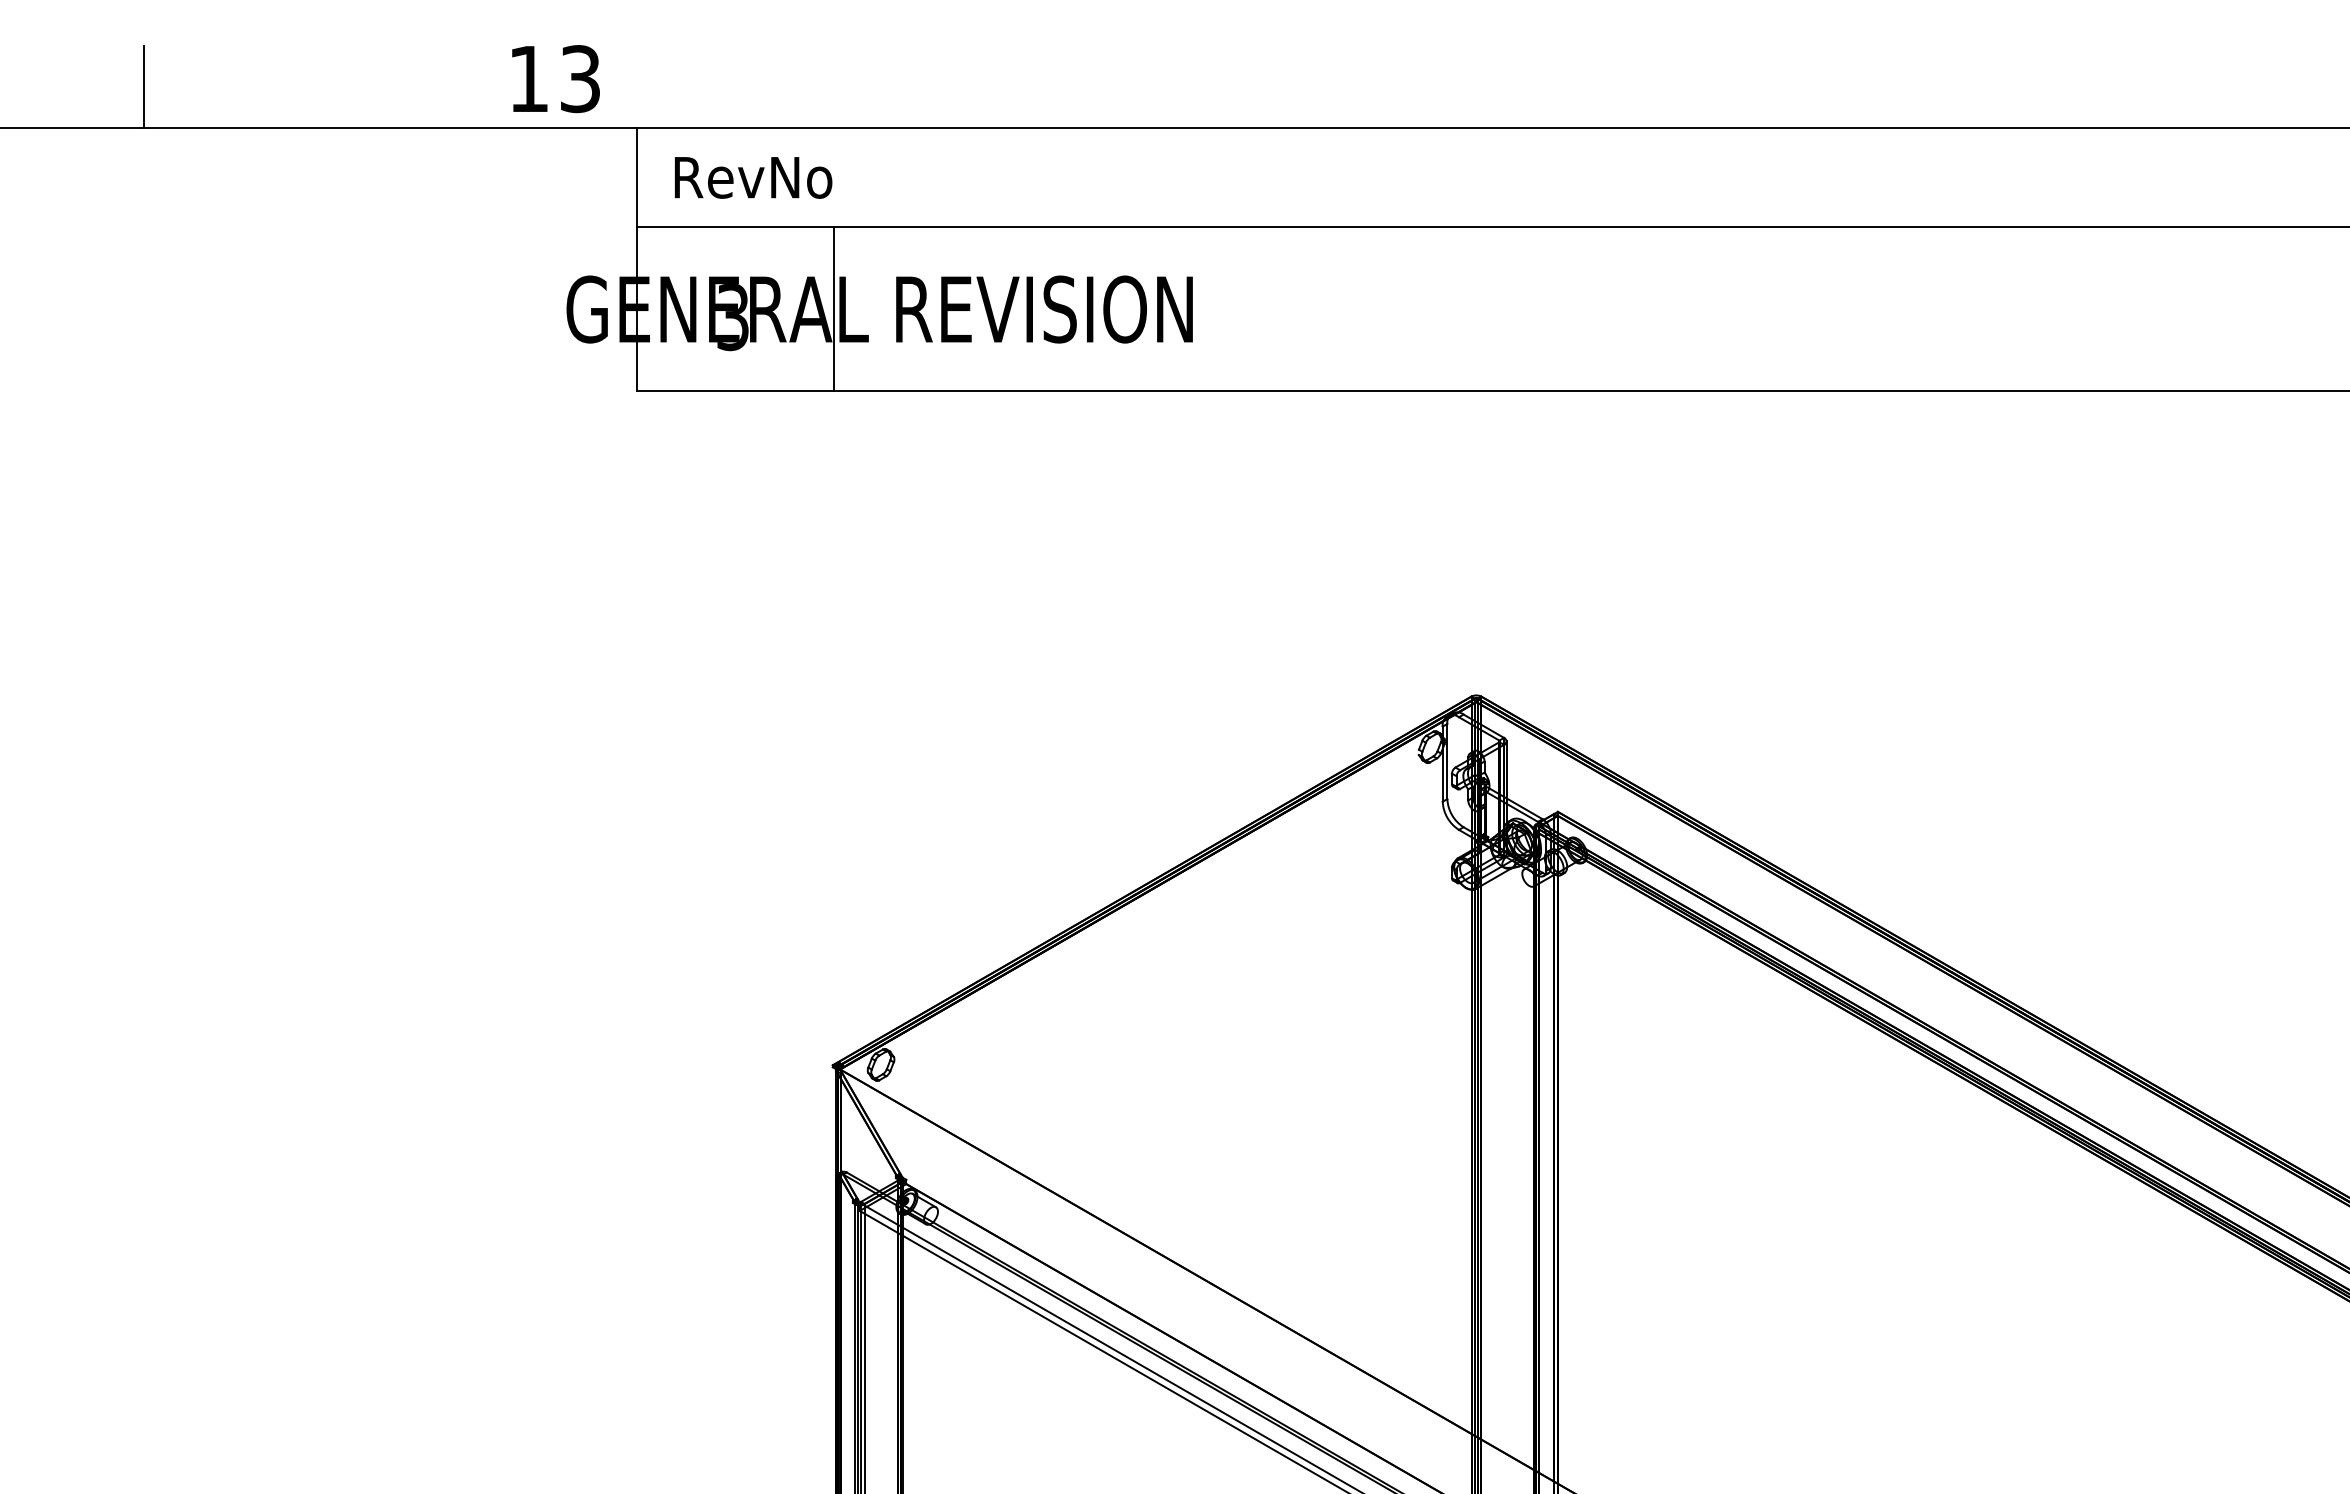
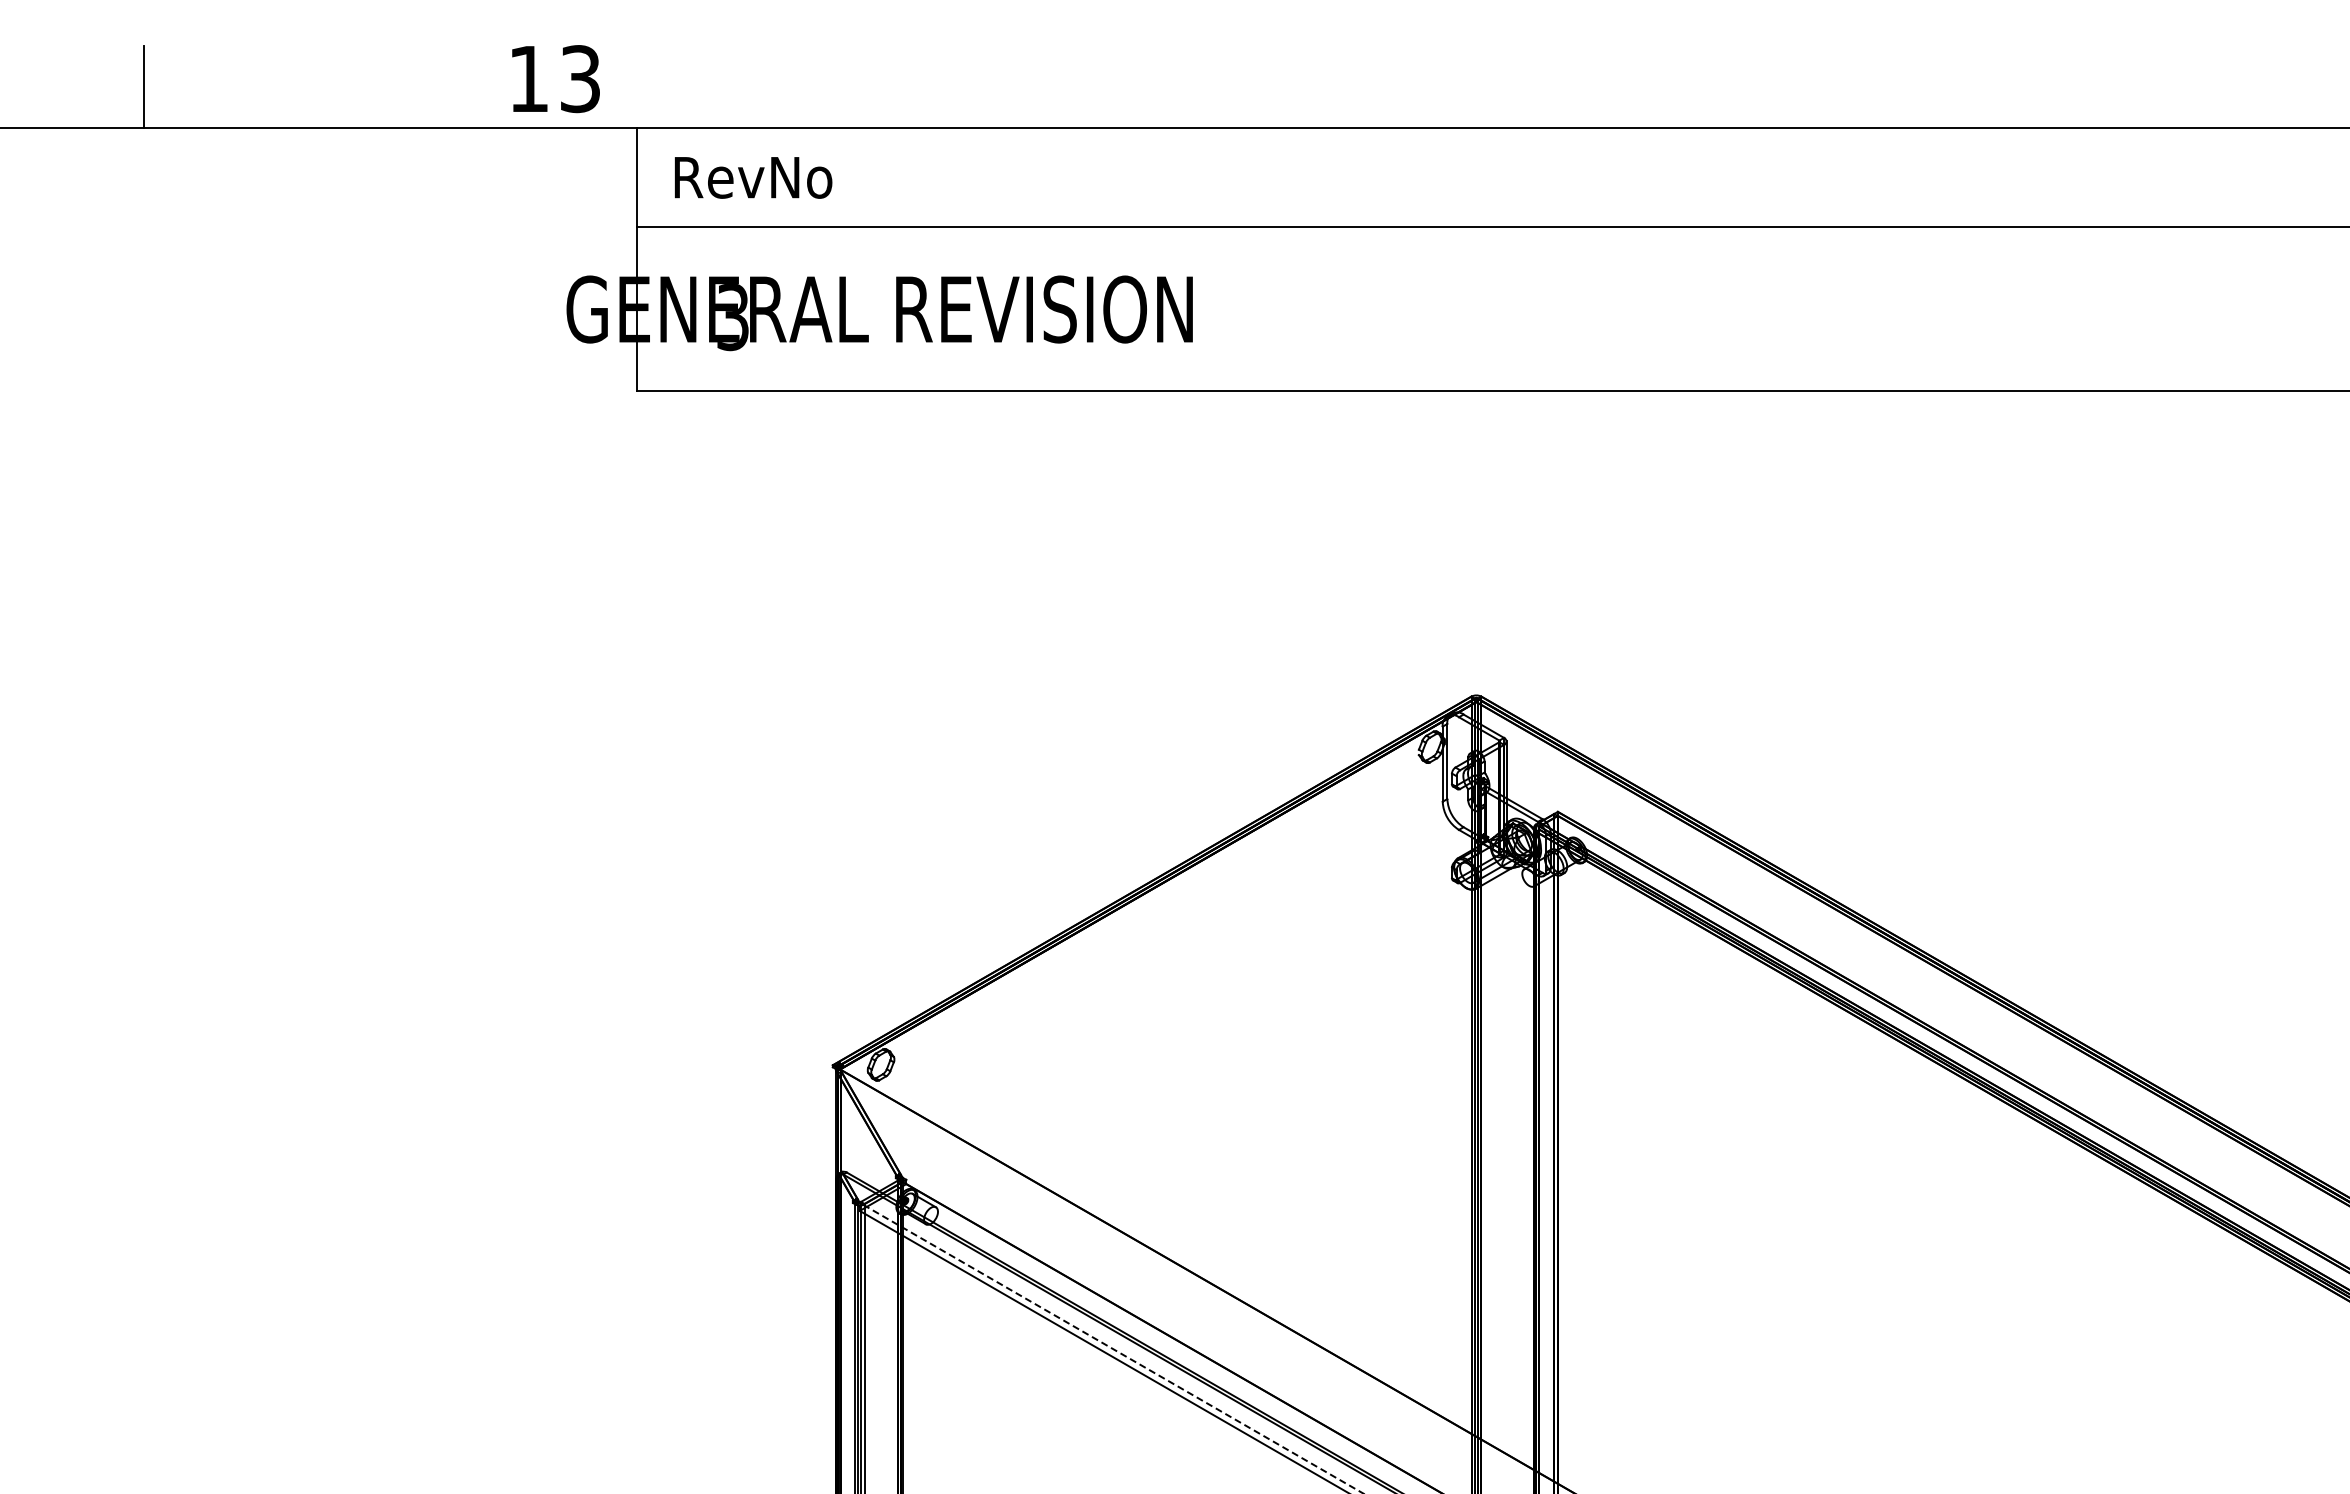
line at (834, 308): present -> none
line at (1113, 1349): solid -> dashed
